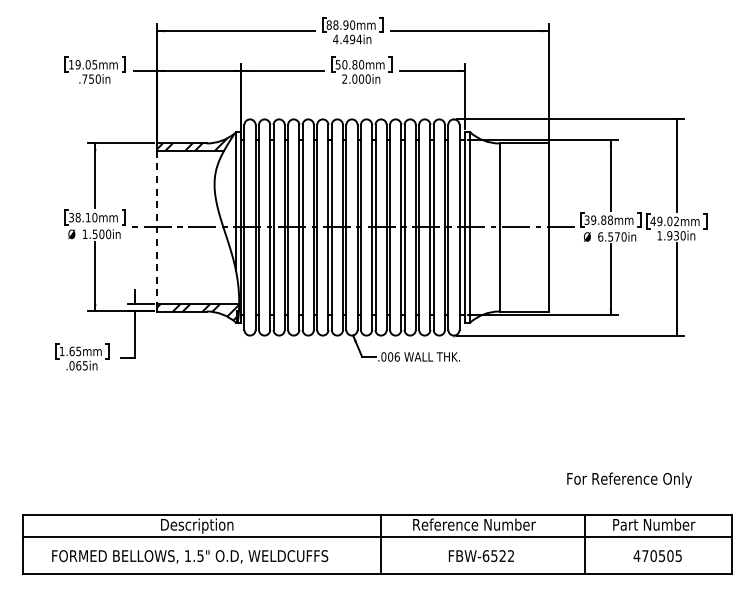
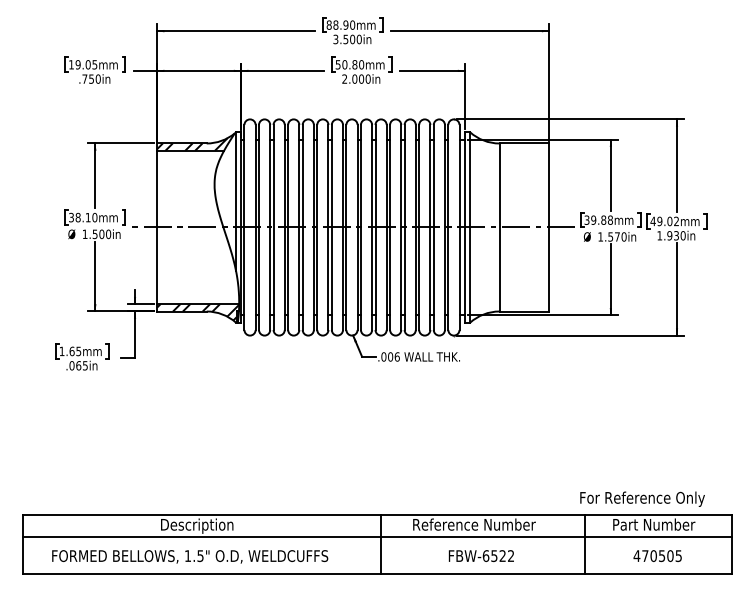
text at (347, 39): 4.494in -> 3.500in
line at (157, 227): dashed -> solid
text at (600, 236): 6.570in -> 1.570in
text at (629, 479) position: (629, 479) -> (642, 498)
